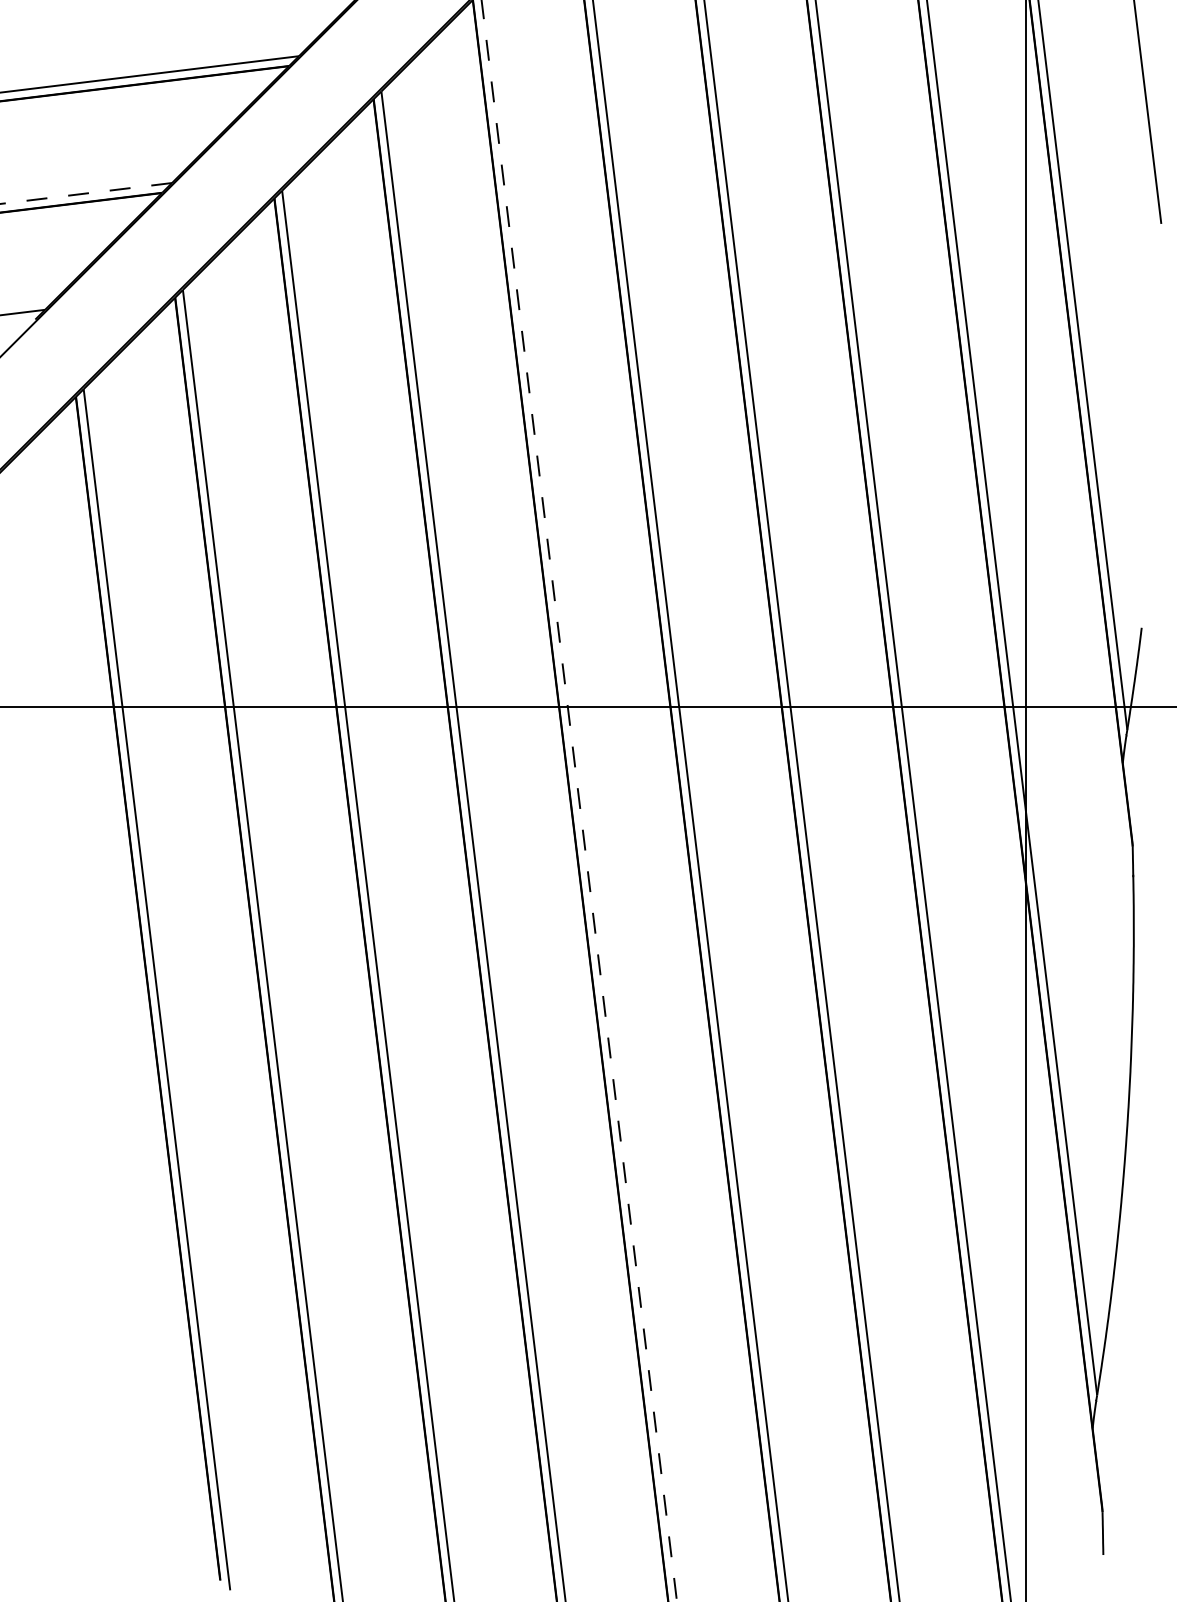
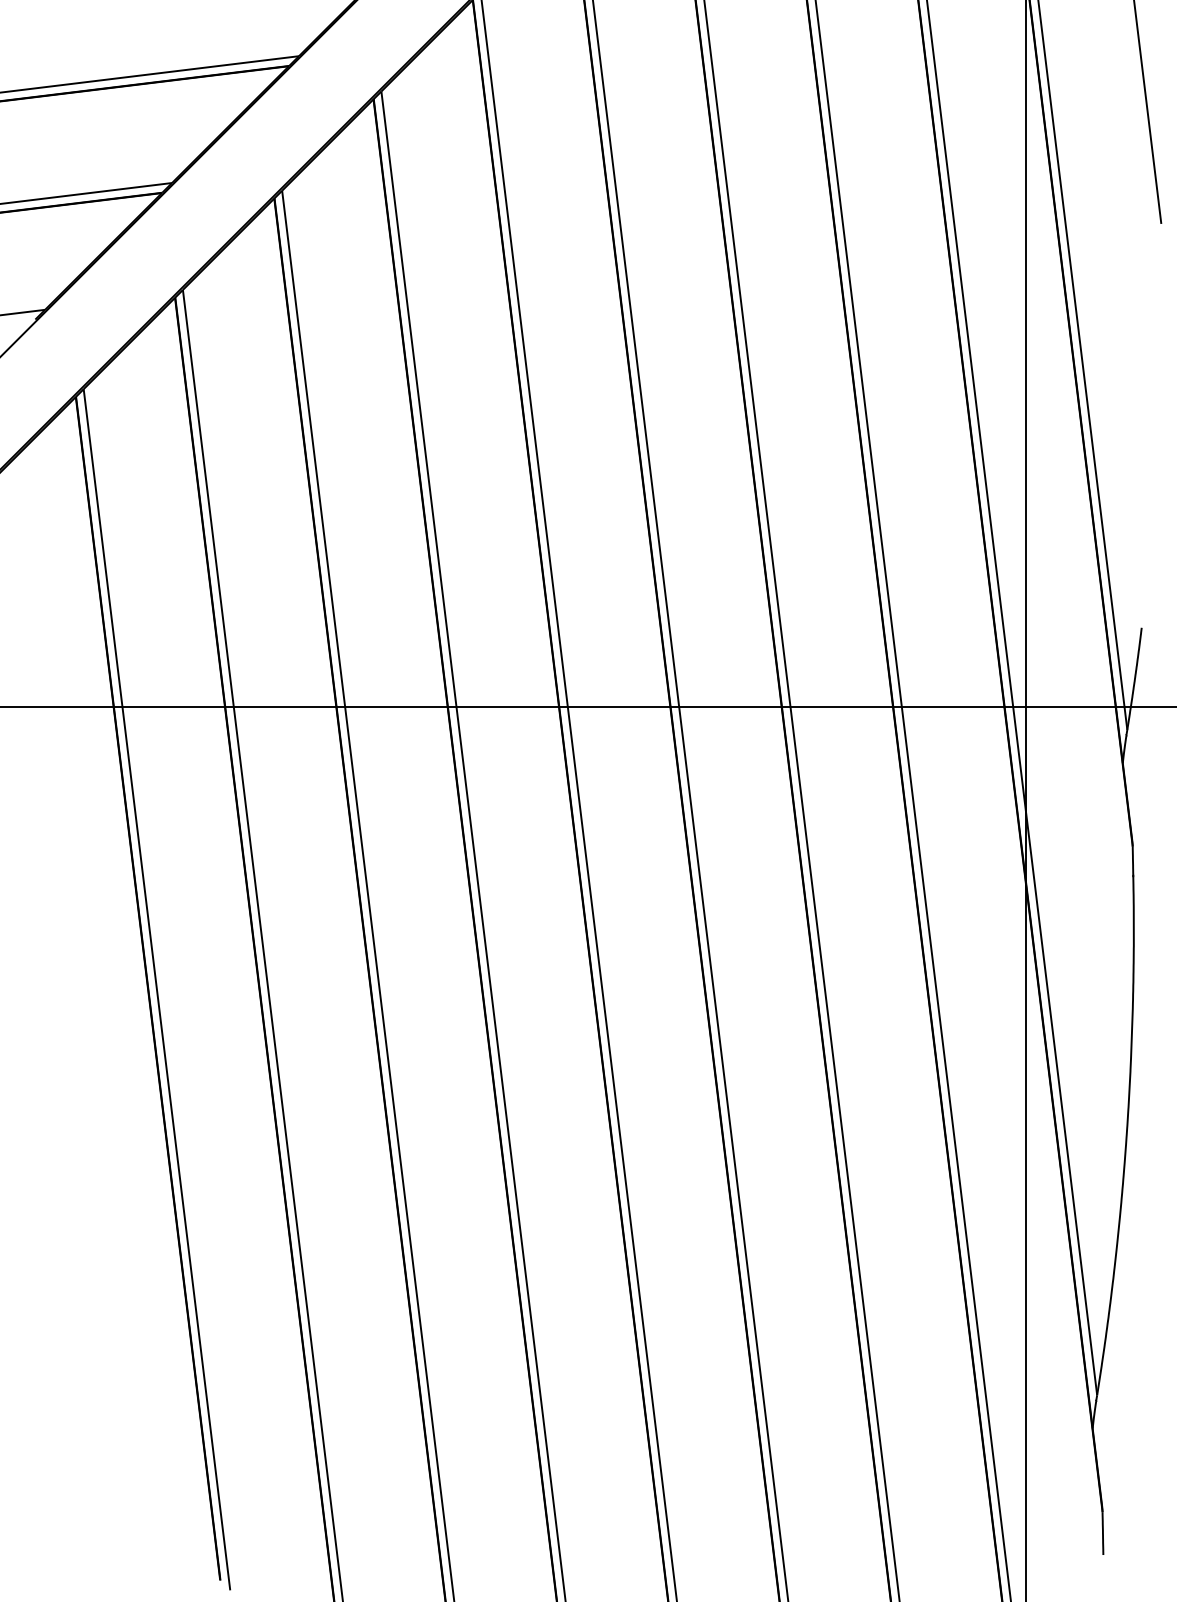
line at (85, 193): dashed -> solid
line at (579, 800): dashed -> solid
